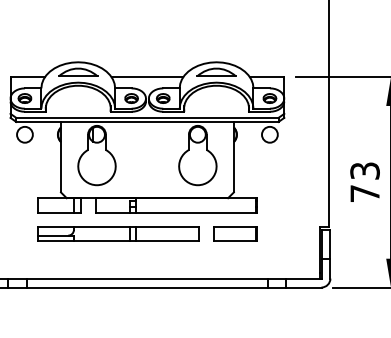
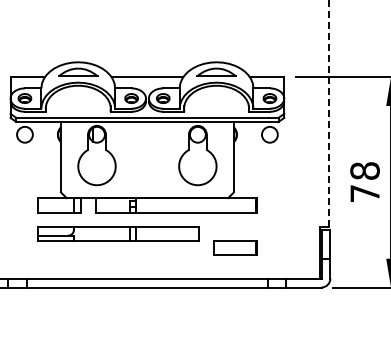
line at (328, 113): solid -> dashed
text at (364, 170): 73 -> 78
part at (235, 233) position: (235, 233) -> (235, 247)
